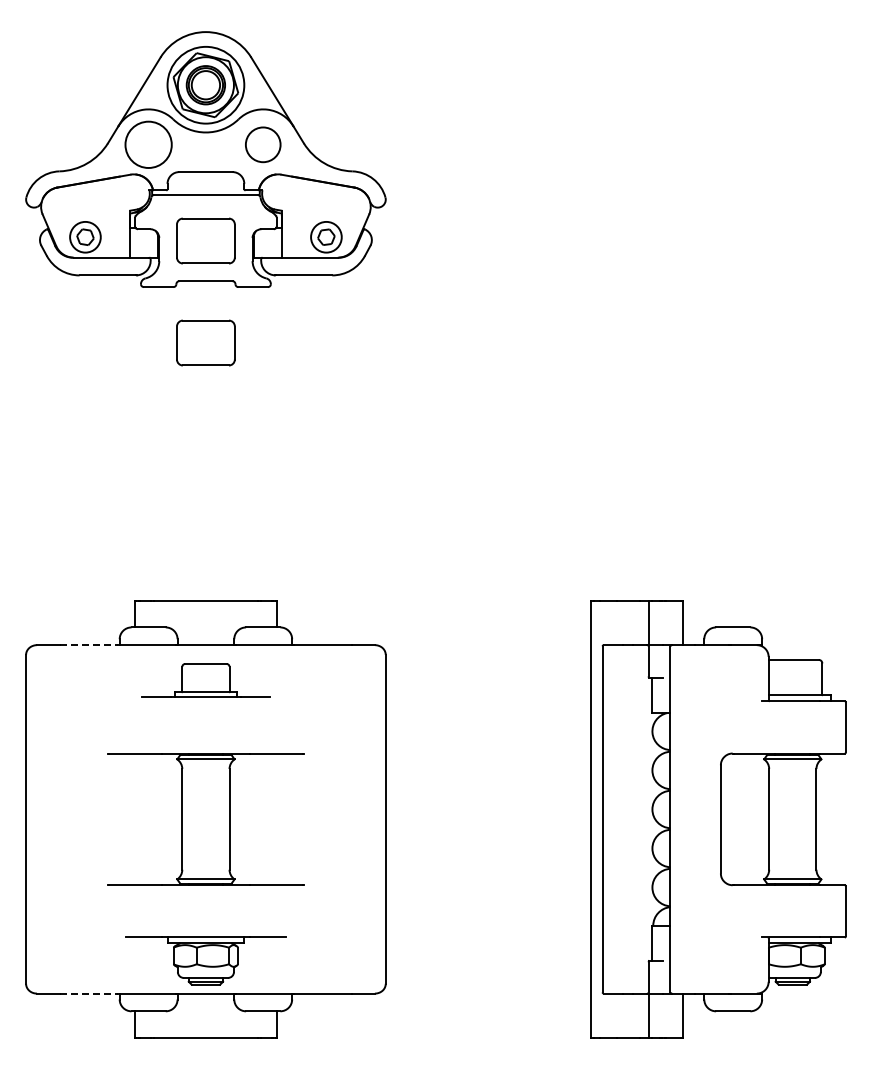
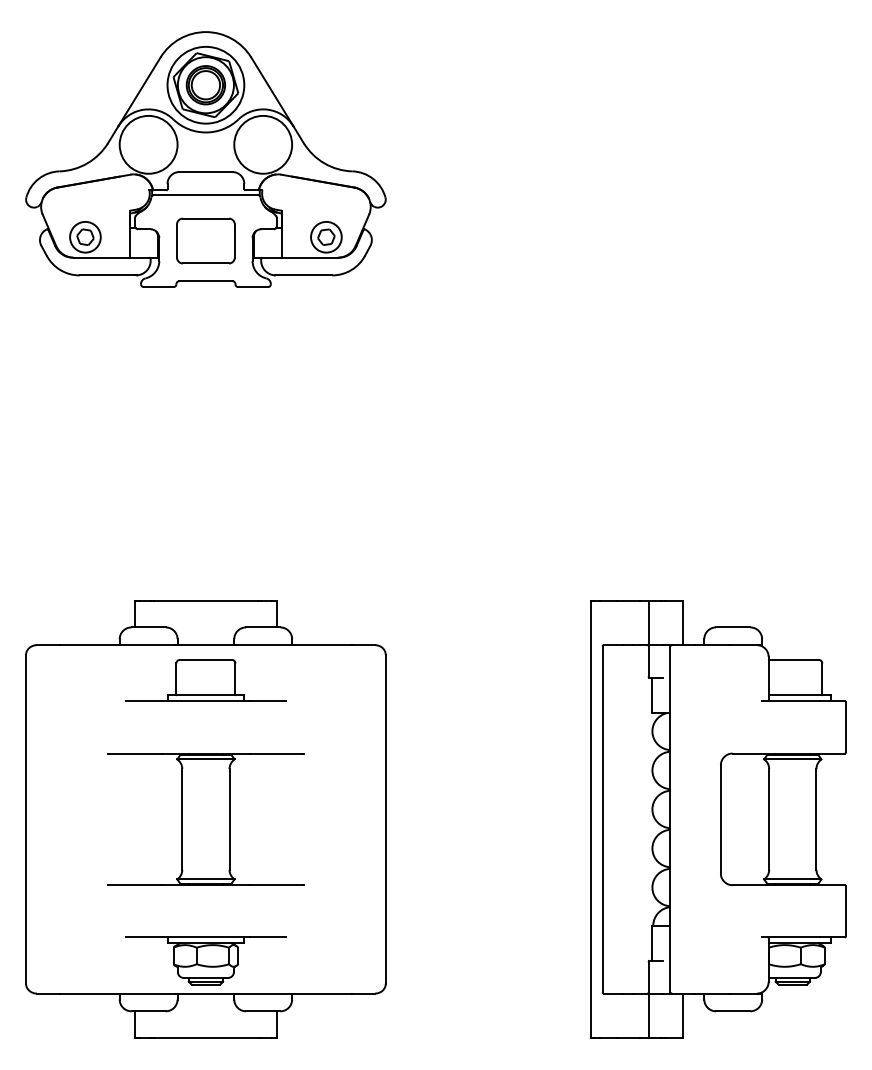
circle at (148, 144) diameter: 46 px -> 58 px
circle at (262, 144) diameter: 35 px -> 58 px
part at (205, 342): present -> none
line at (89, 645): dashed -> solid
part at (205, 680) size: 130x35 px -> 162x43 px
line at (89, 993): dashed -> solid
